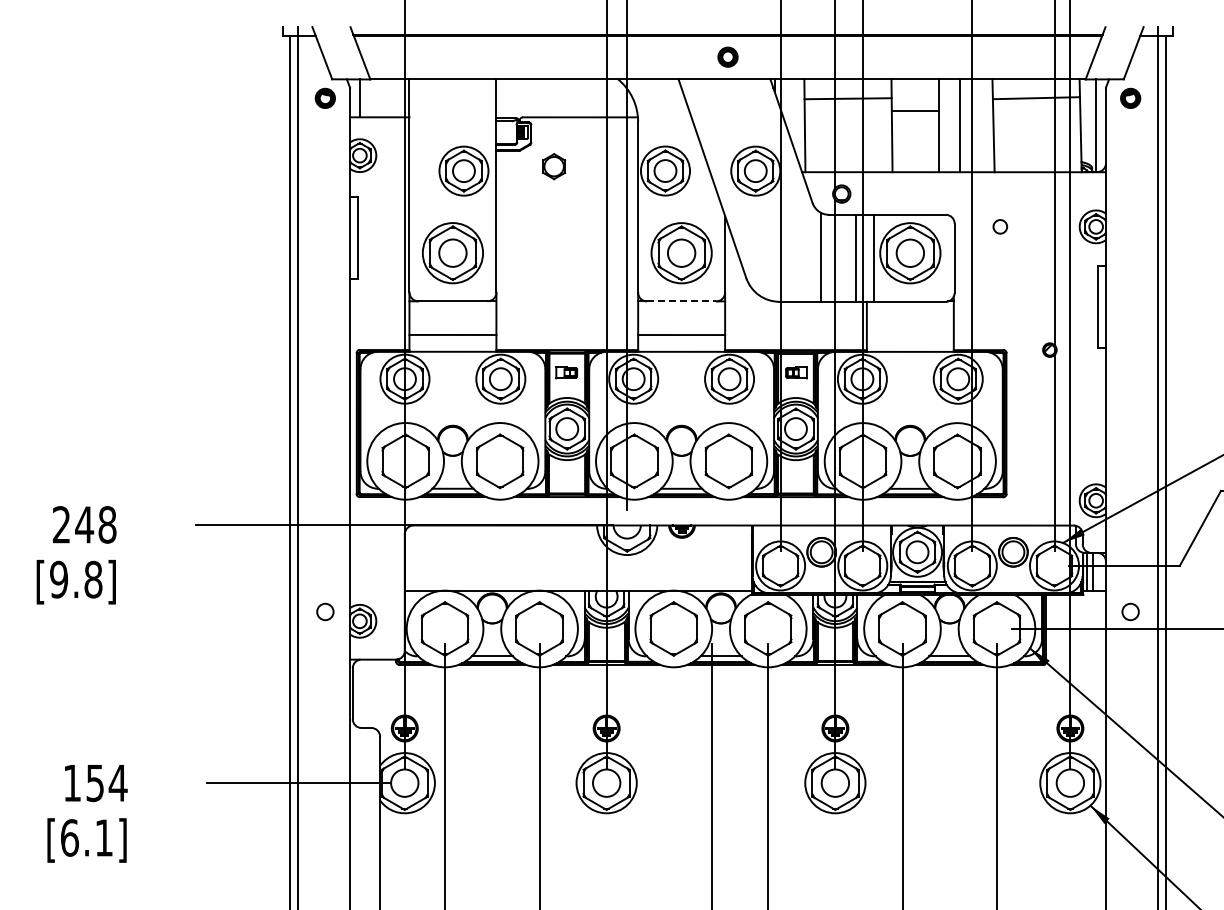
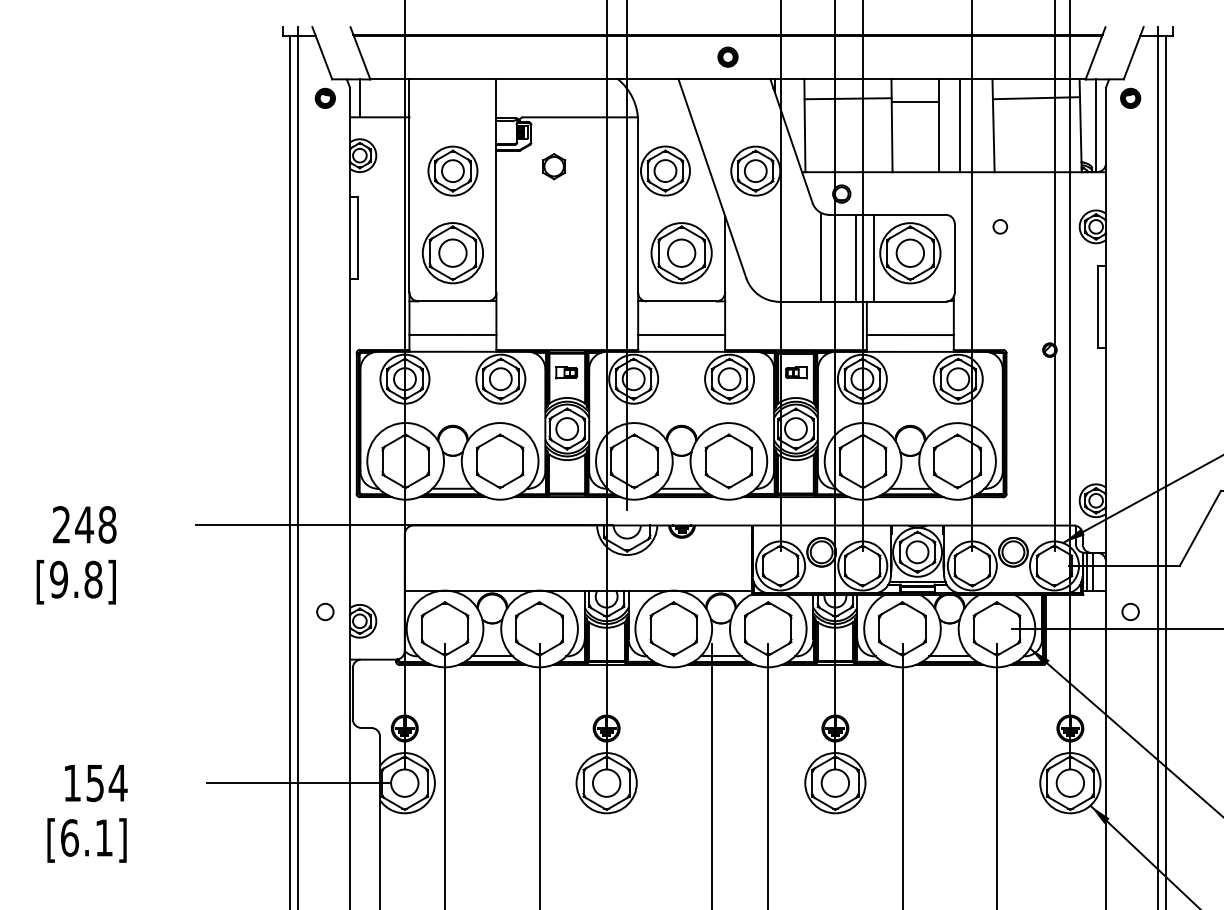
line at (915, 110) position: (915, 110) -> (915, 101)
part at (463, 170) position: (463, 170) -> (452, 170)
line at (681, 301): dashed -> solid
line at (909, 335): none -> present
